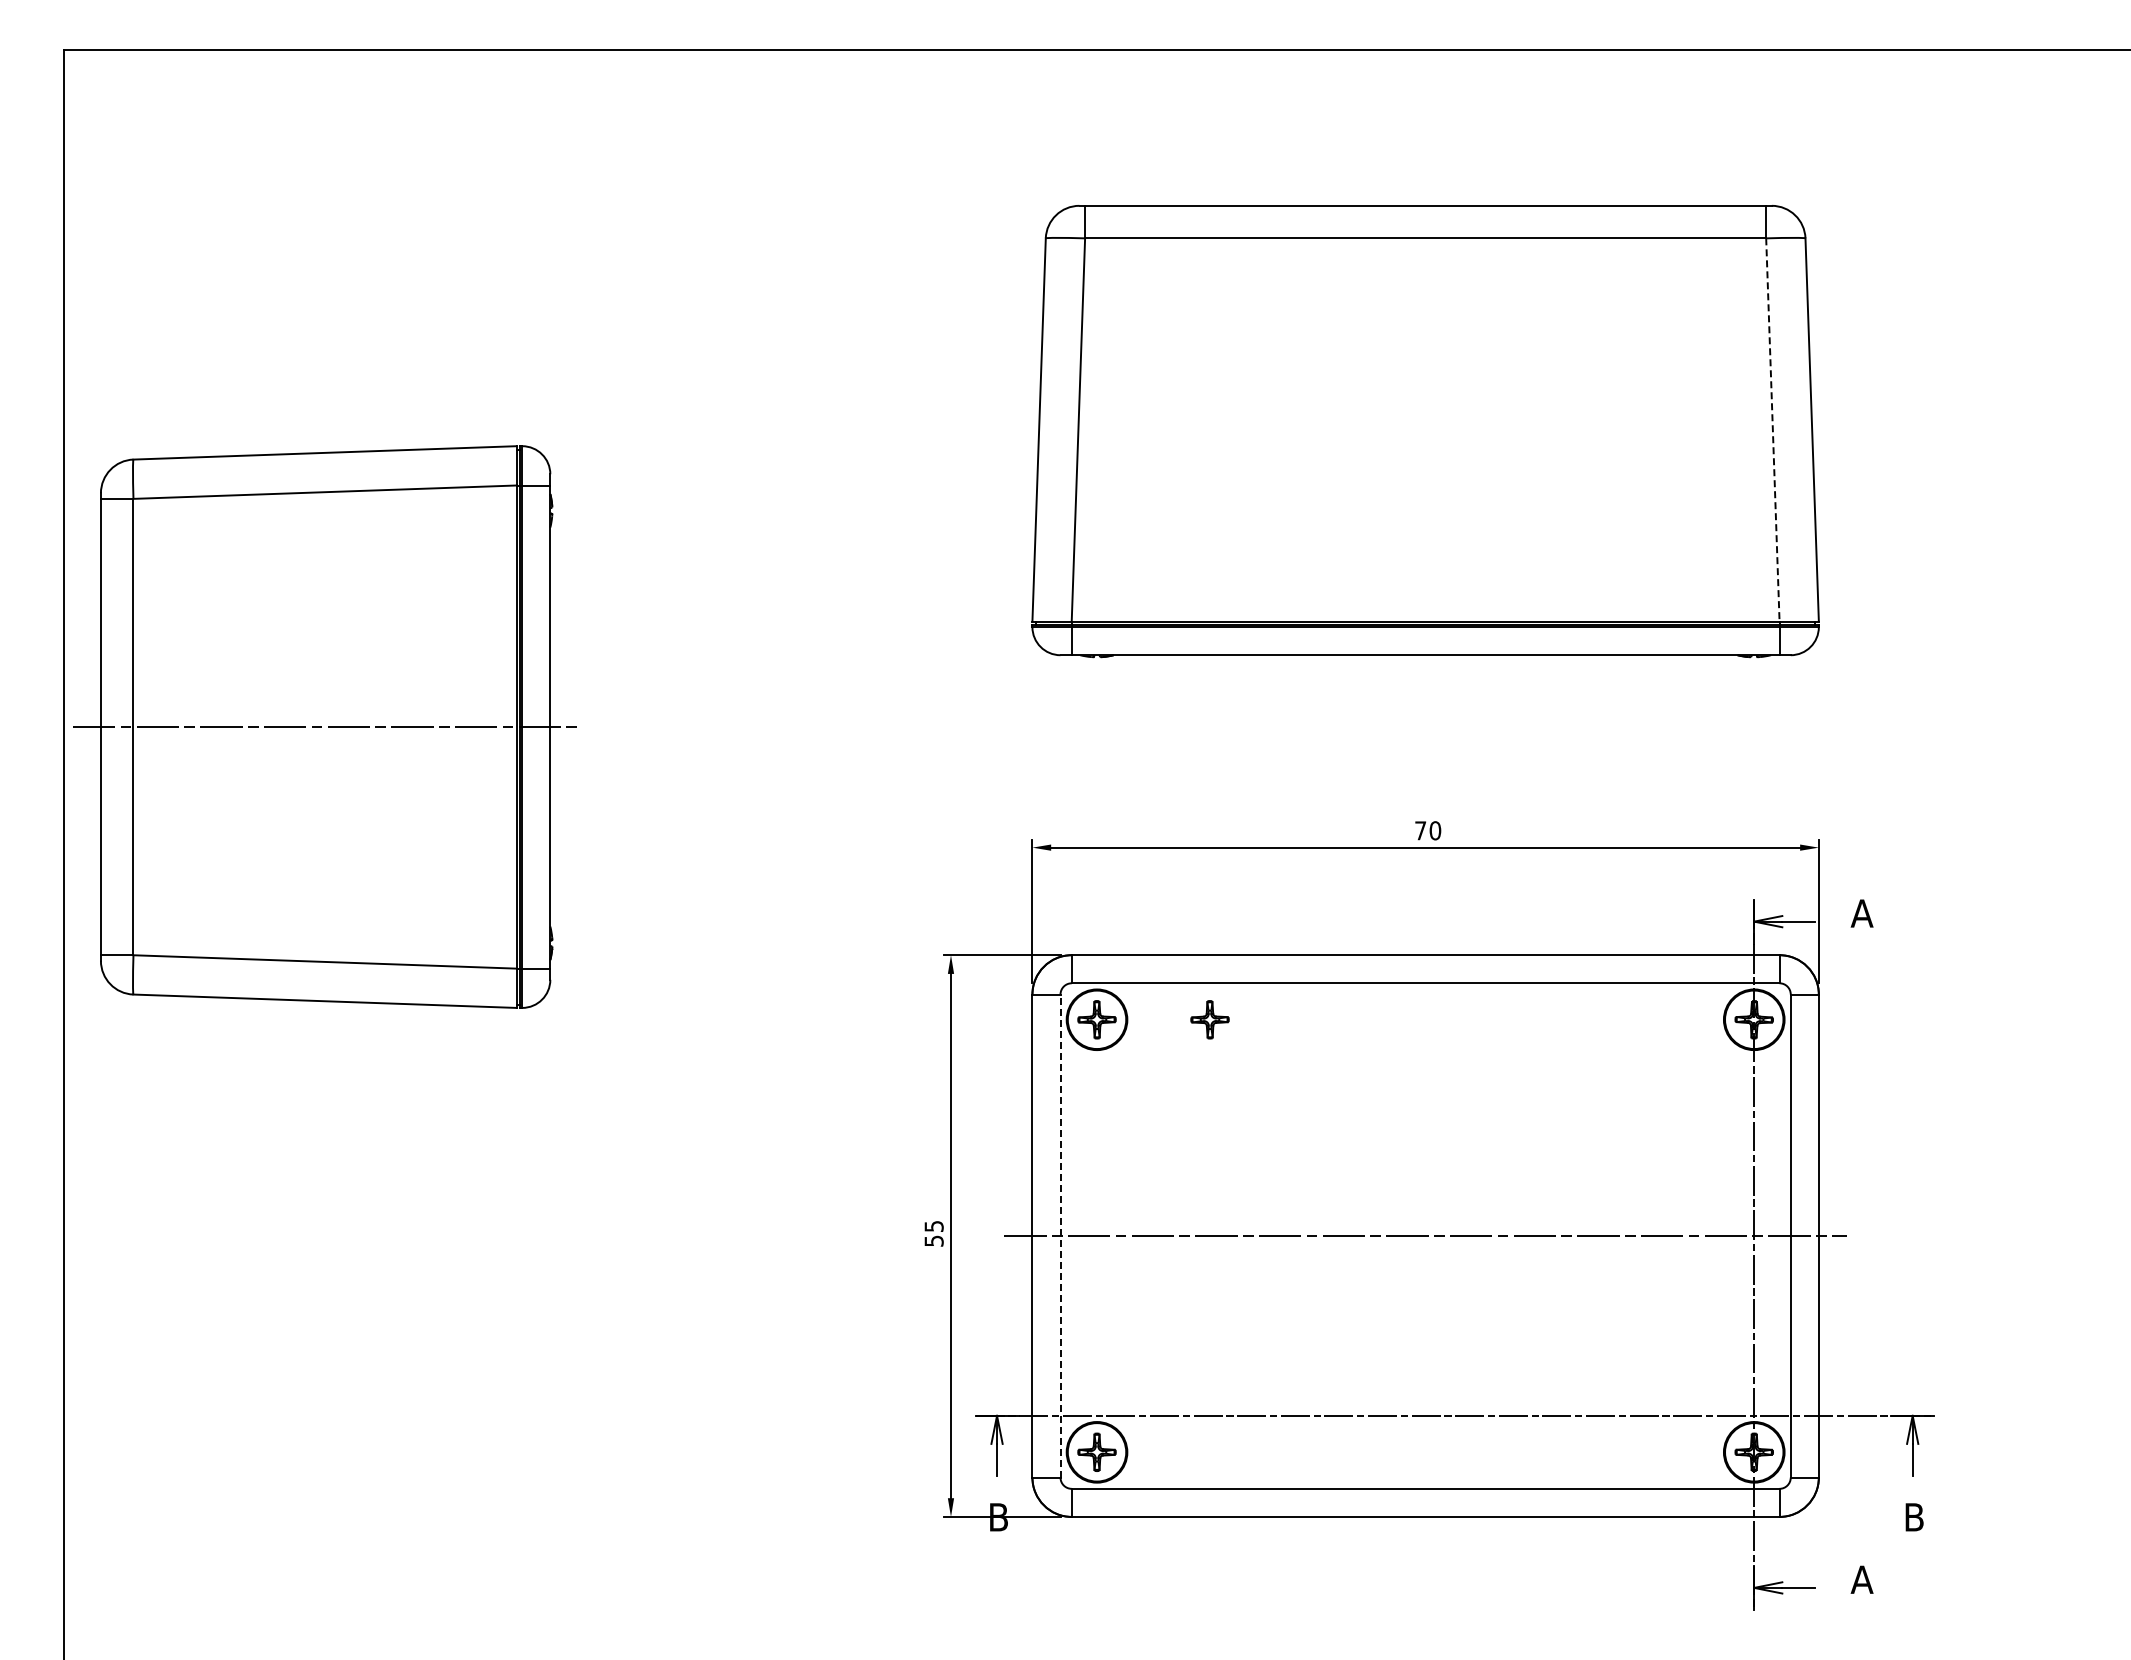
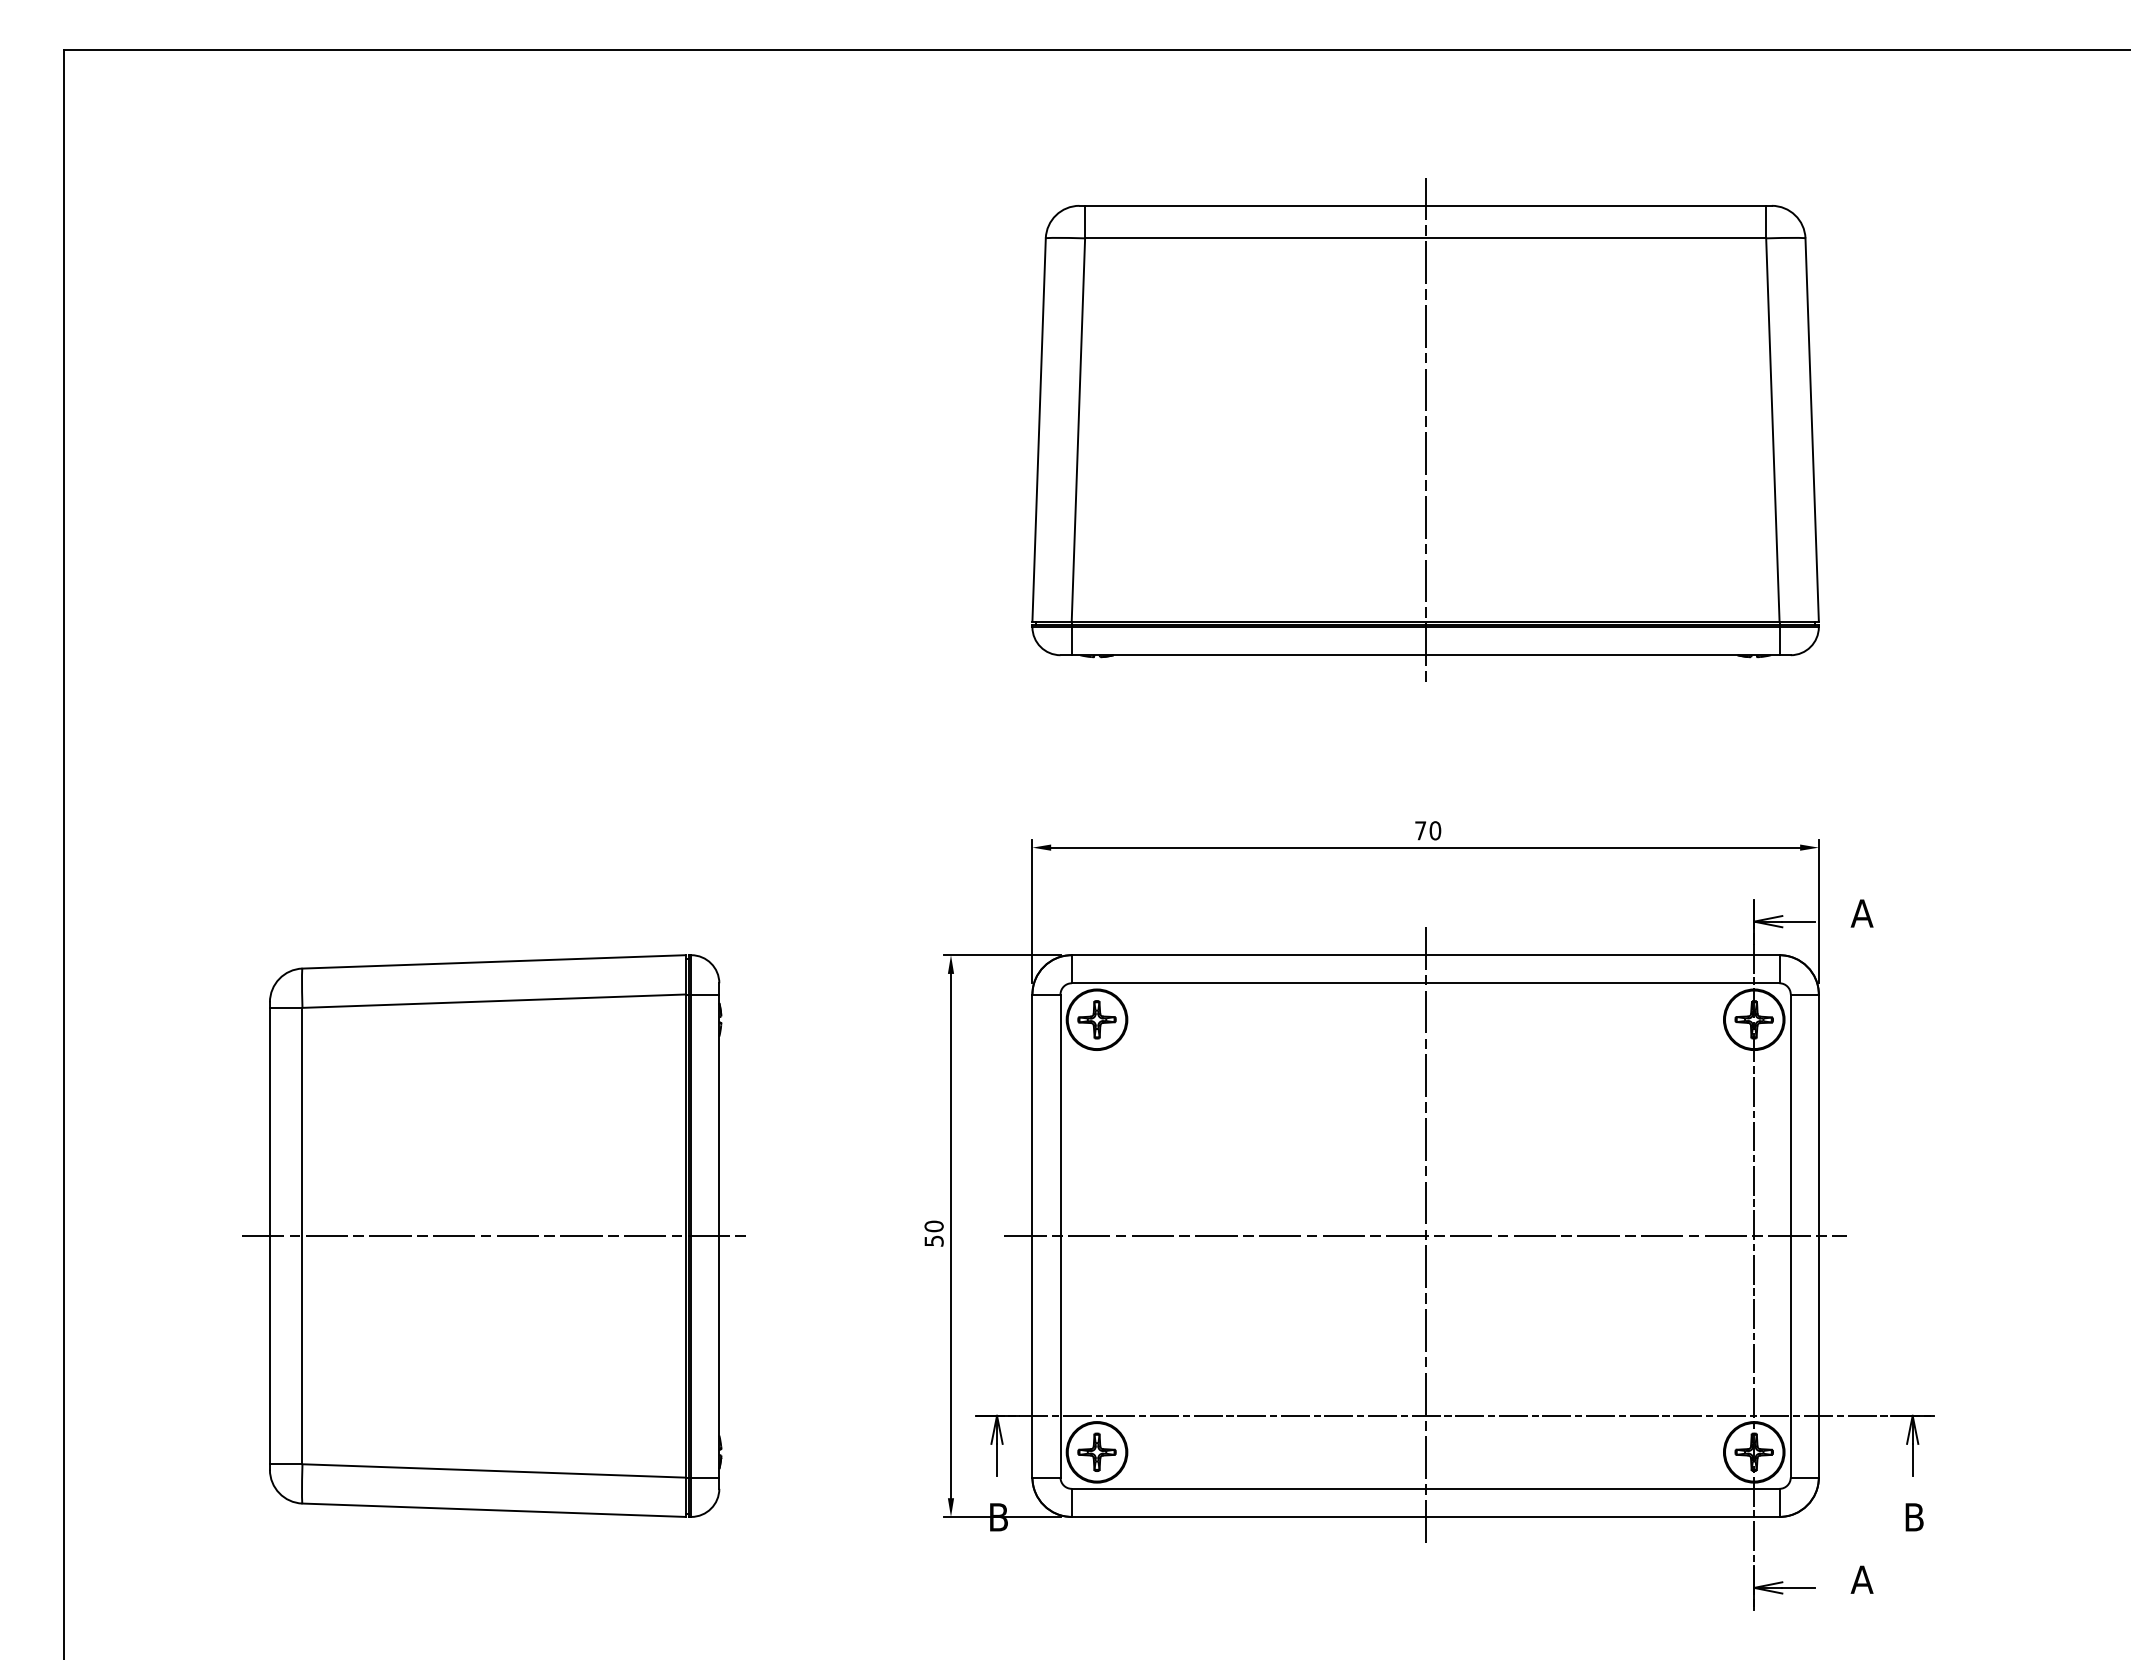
line at (1772, 429): dashed -> solid
line at (1425, 430): none -> present
part at (324, 726) position: (324, 726) -> (493, 1235)
part at (1209, 1019): present -> none
text at (933, 1226): 55 -> 50
line at (1060, 1236): dashed -> solid
line at (1425, 1236): none -> present
